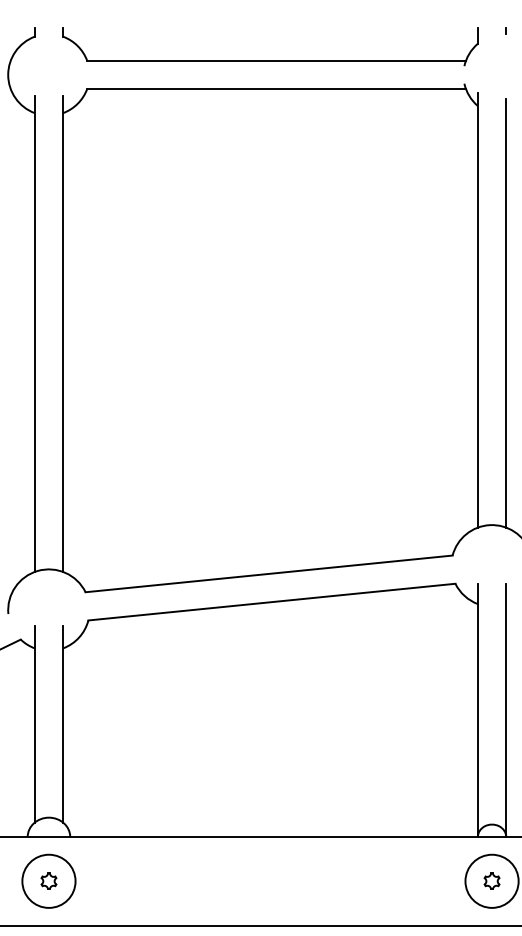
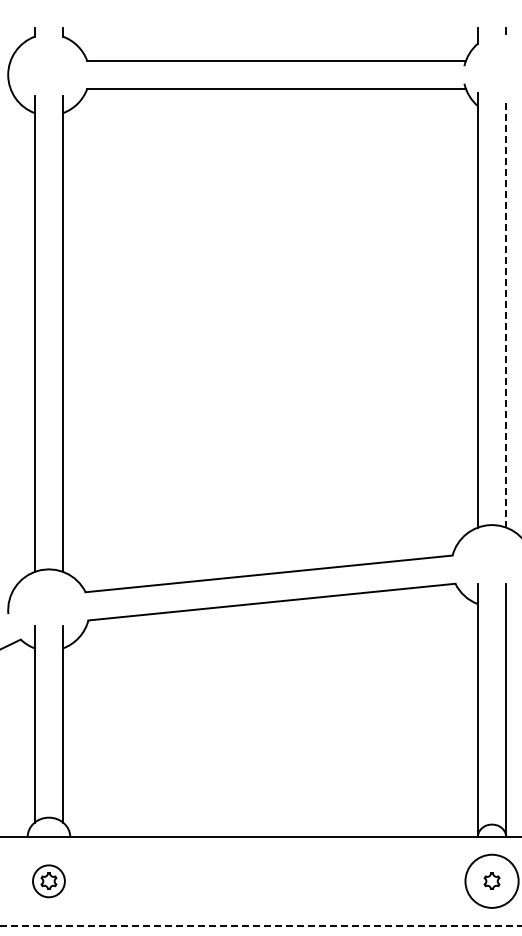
line at (506, 312): solid -> dashed
circle at (48, 880) diameter: 53 px -> 32 px
line at (261, 925): solid -> dashed
